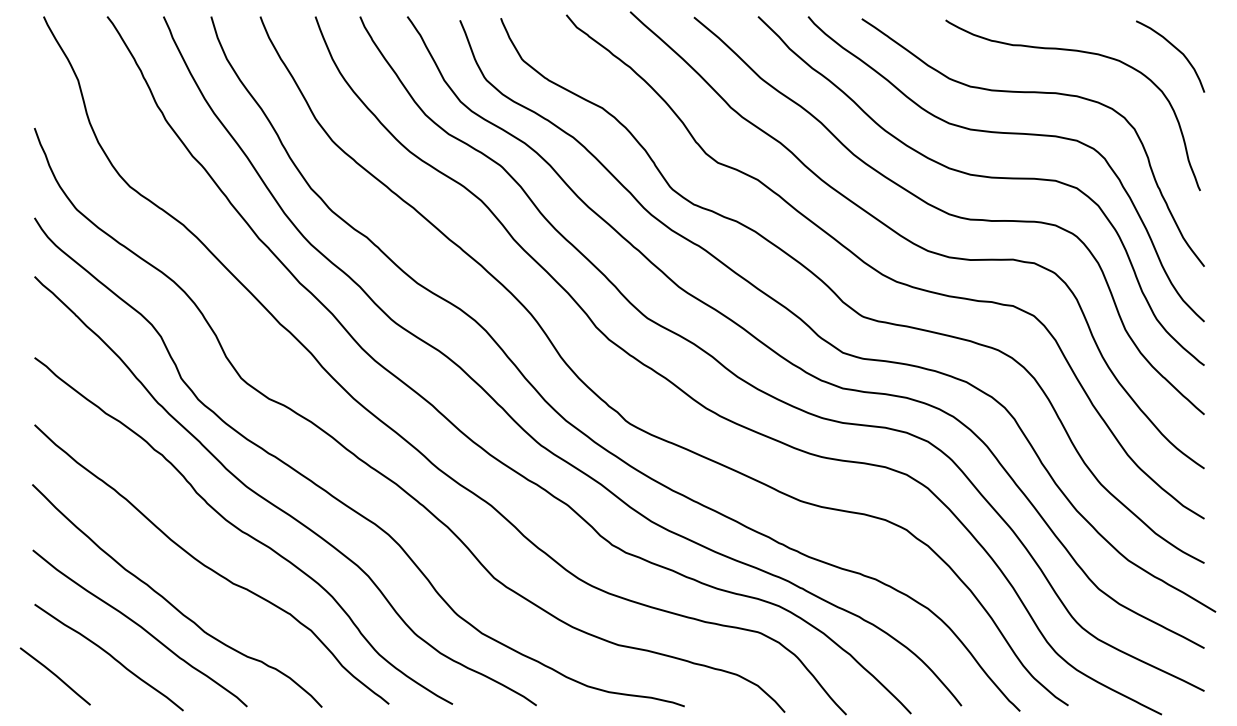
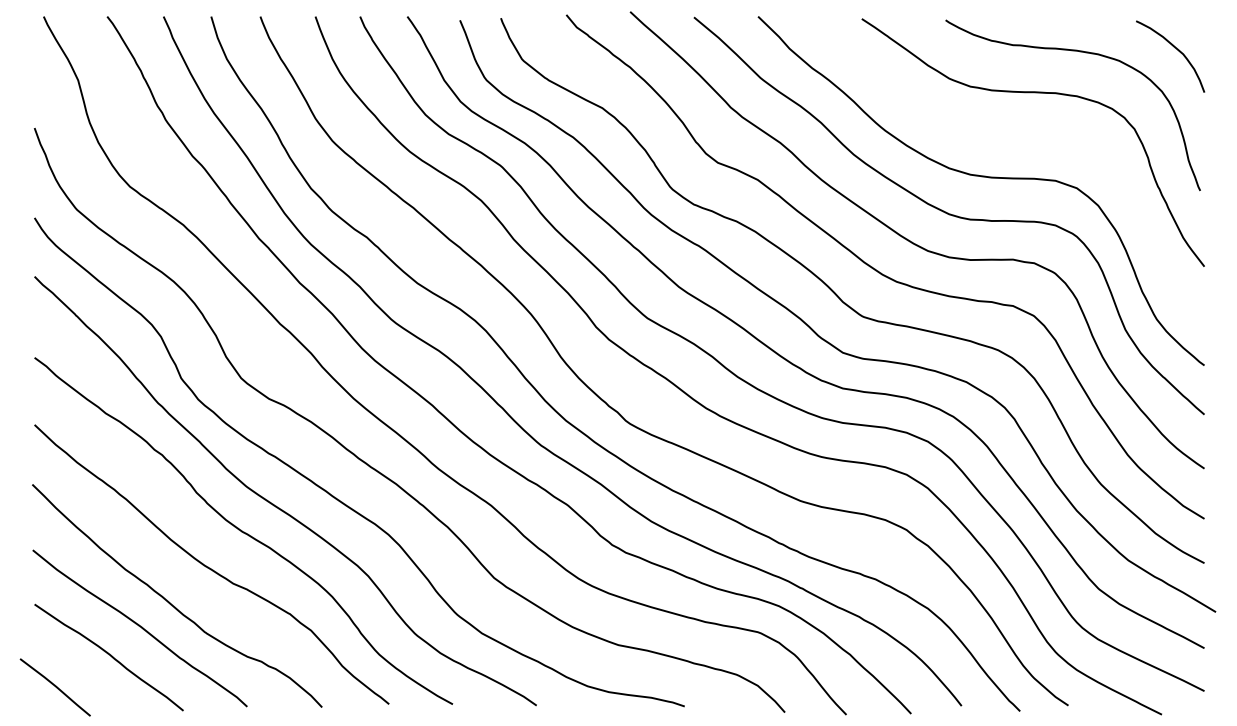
curve at (1008, 134): present -> none
line at (54, 675) position: (54, 675) -> (54, 686)
